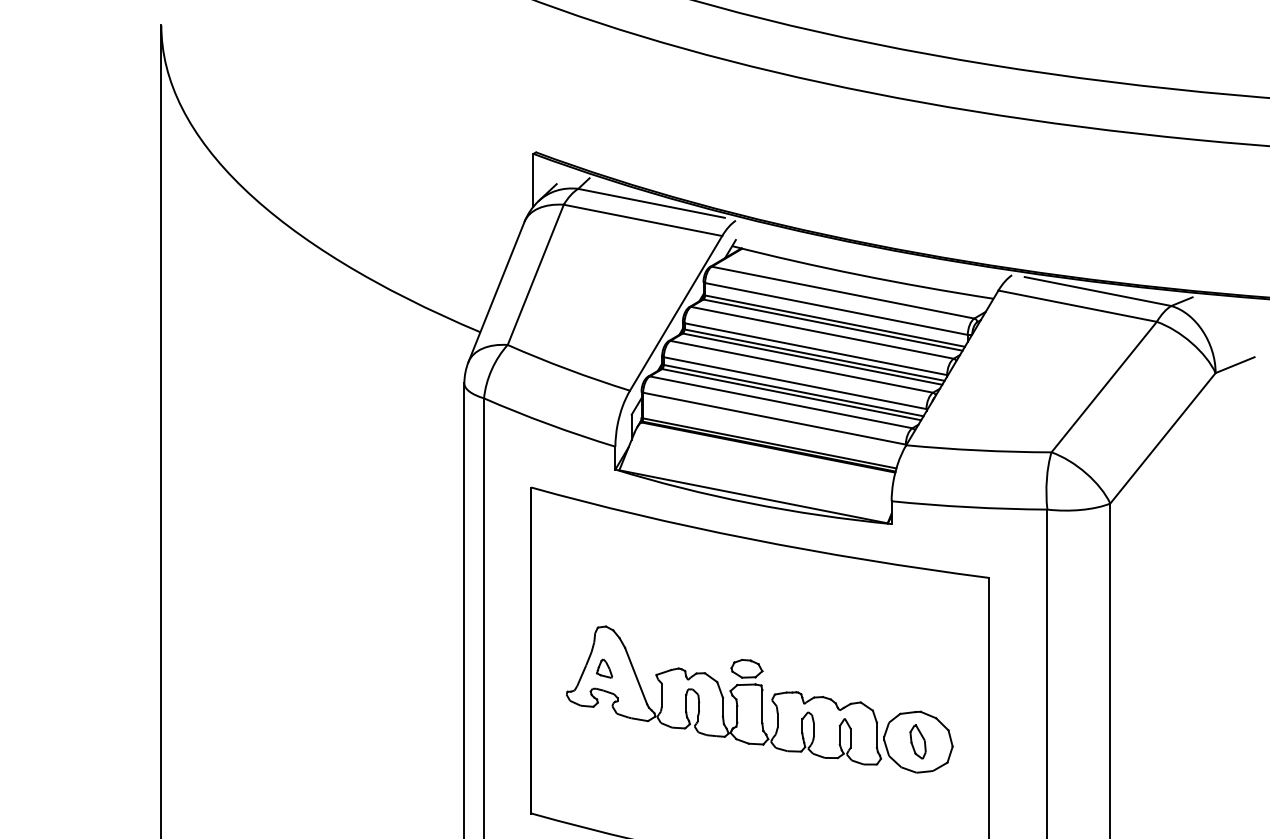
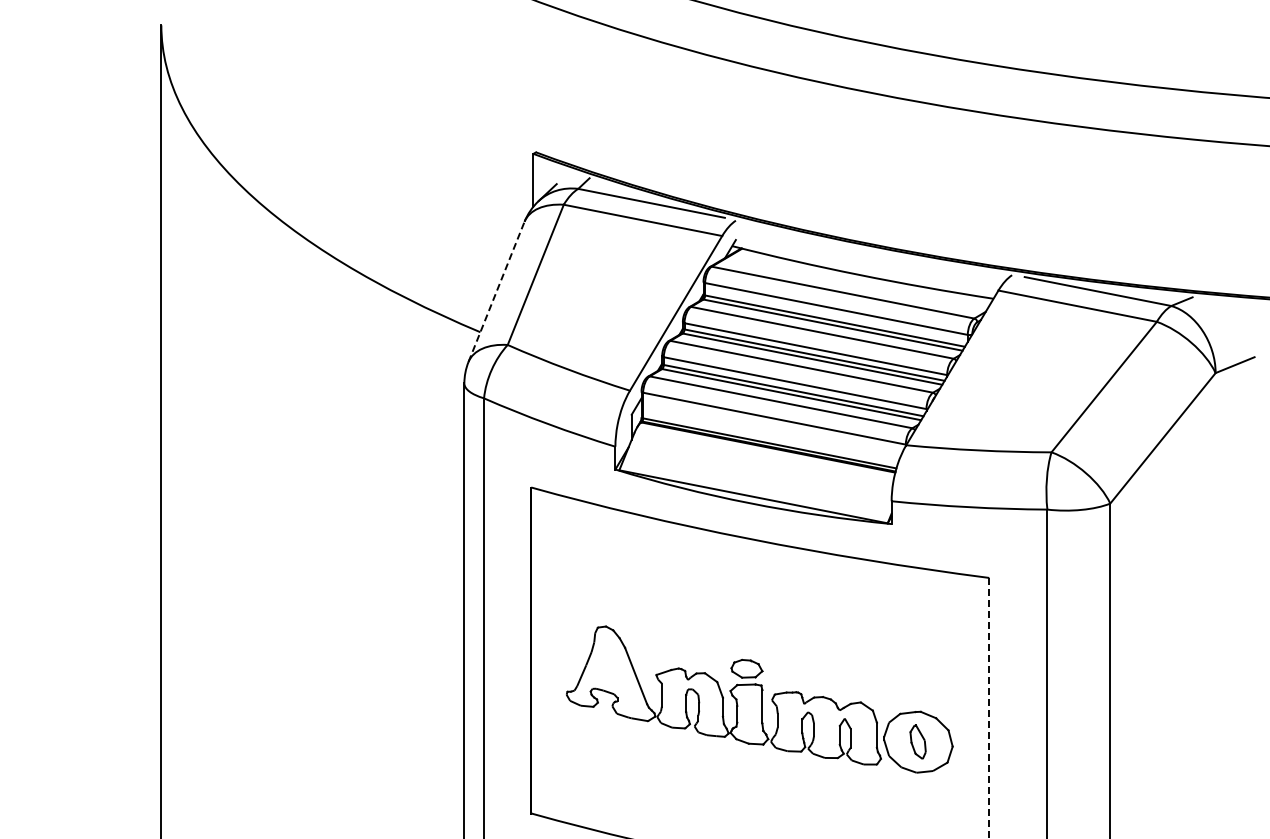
line at (496, 291): solid -> dashed
part at (604, 668): present -> none
line at (989, 708): solid -> dashed
